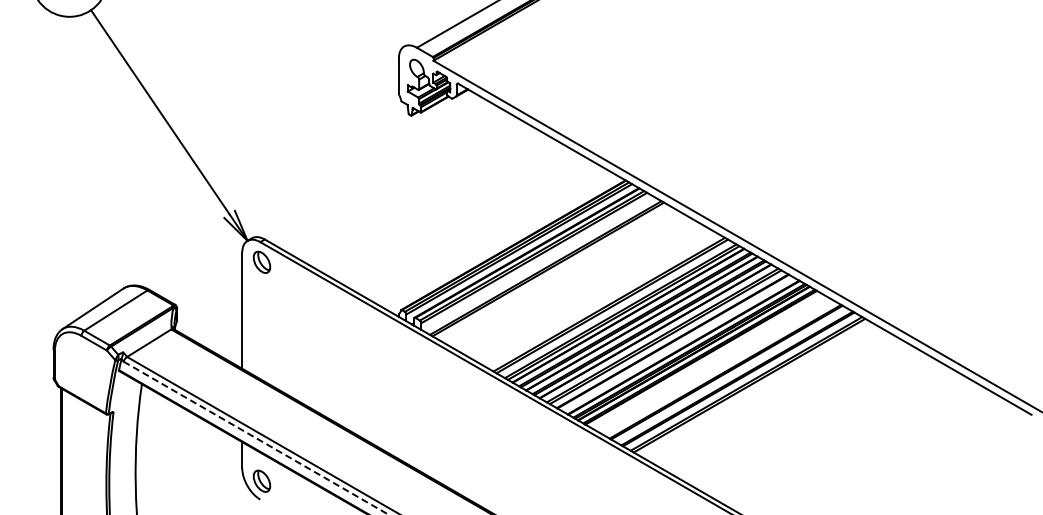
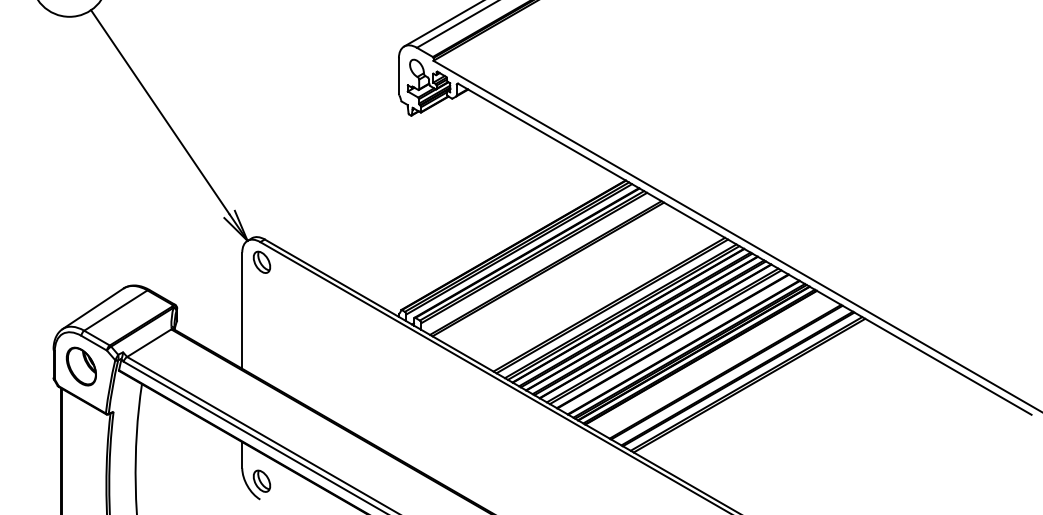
line at (442, 24): none -> present
part at (80, 366): none -> present
line at (256, 438): dashed -> solid
